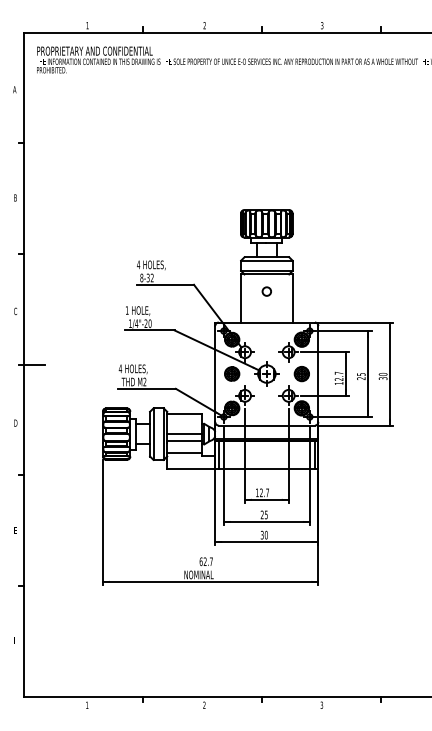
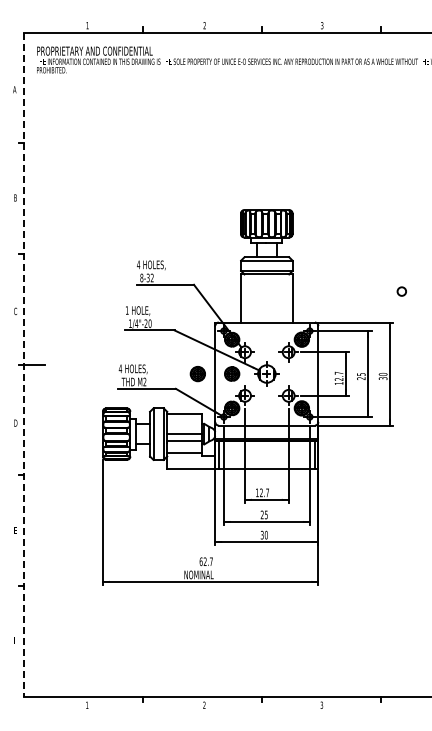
circle at (266, 291) position: (266, 291) -> (401, 291)
line at (24, 364): solid -> dashed
part at (301, 374) position: (301, 374) -> (197, 374)
